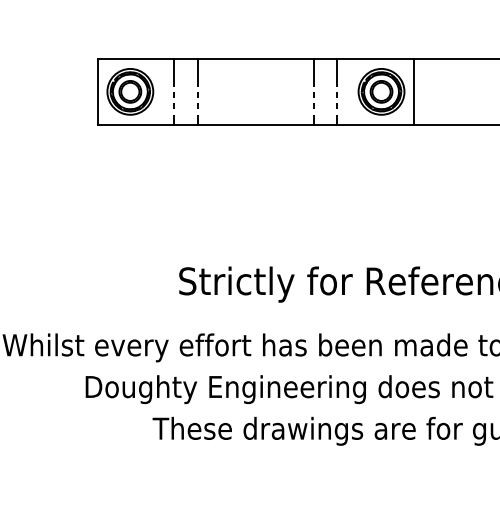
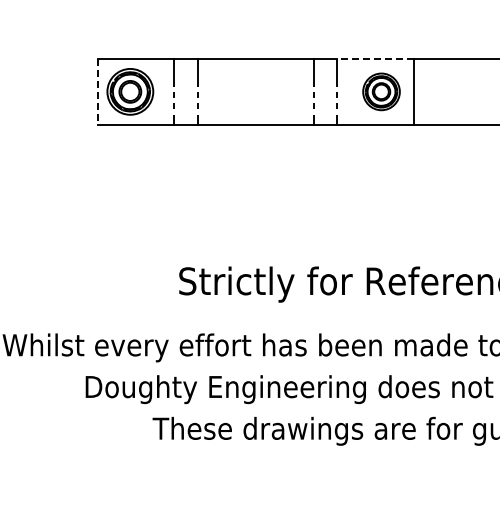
line at (375, 59): solid -> dashed
line at (97, 91): solid -> dashed
part at (381, 91) size: 49x48 px -> 39x40 px
